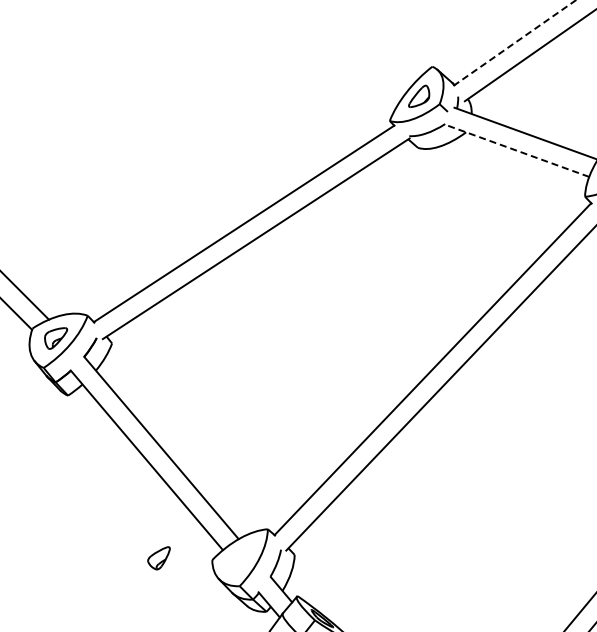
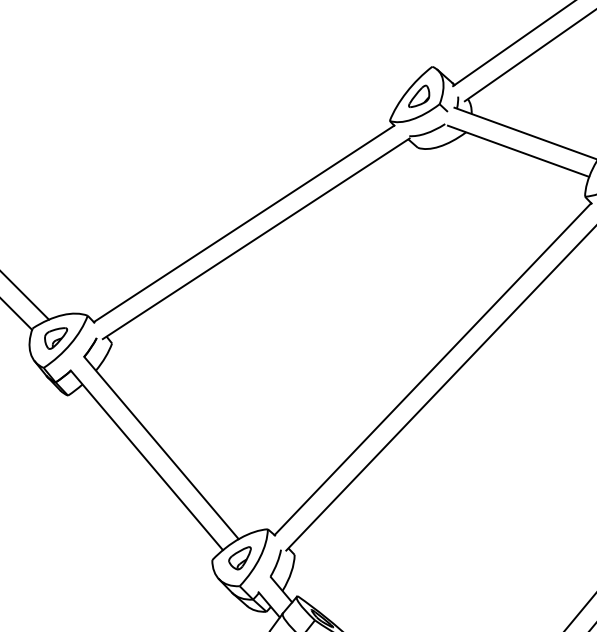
line at (514, 43): dashed -> solid
line at (518, 151): dashed -> solid
part at (158, 558) position: (158, 558) -> (239, 558)
